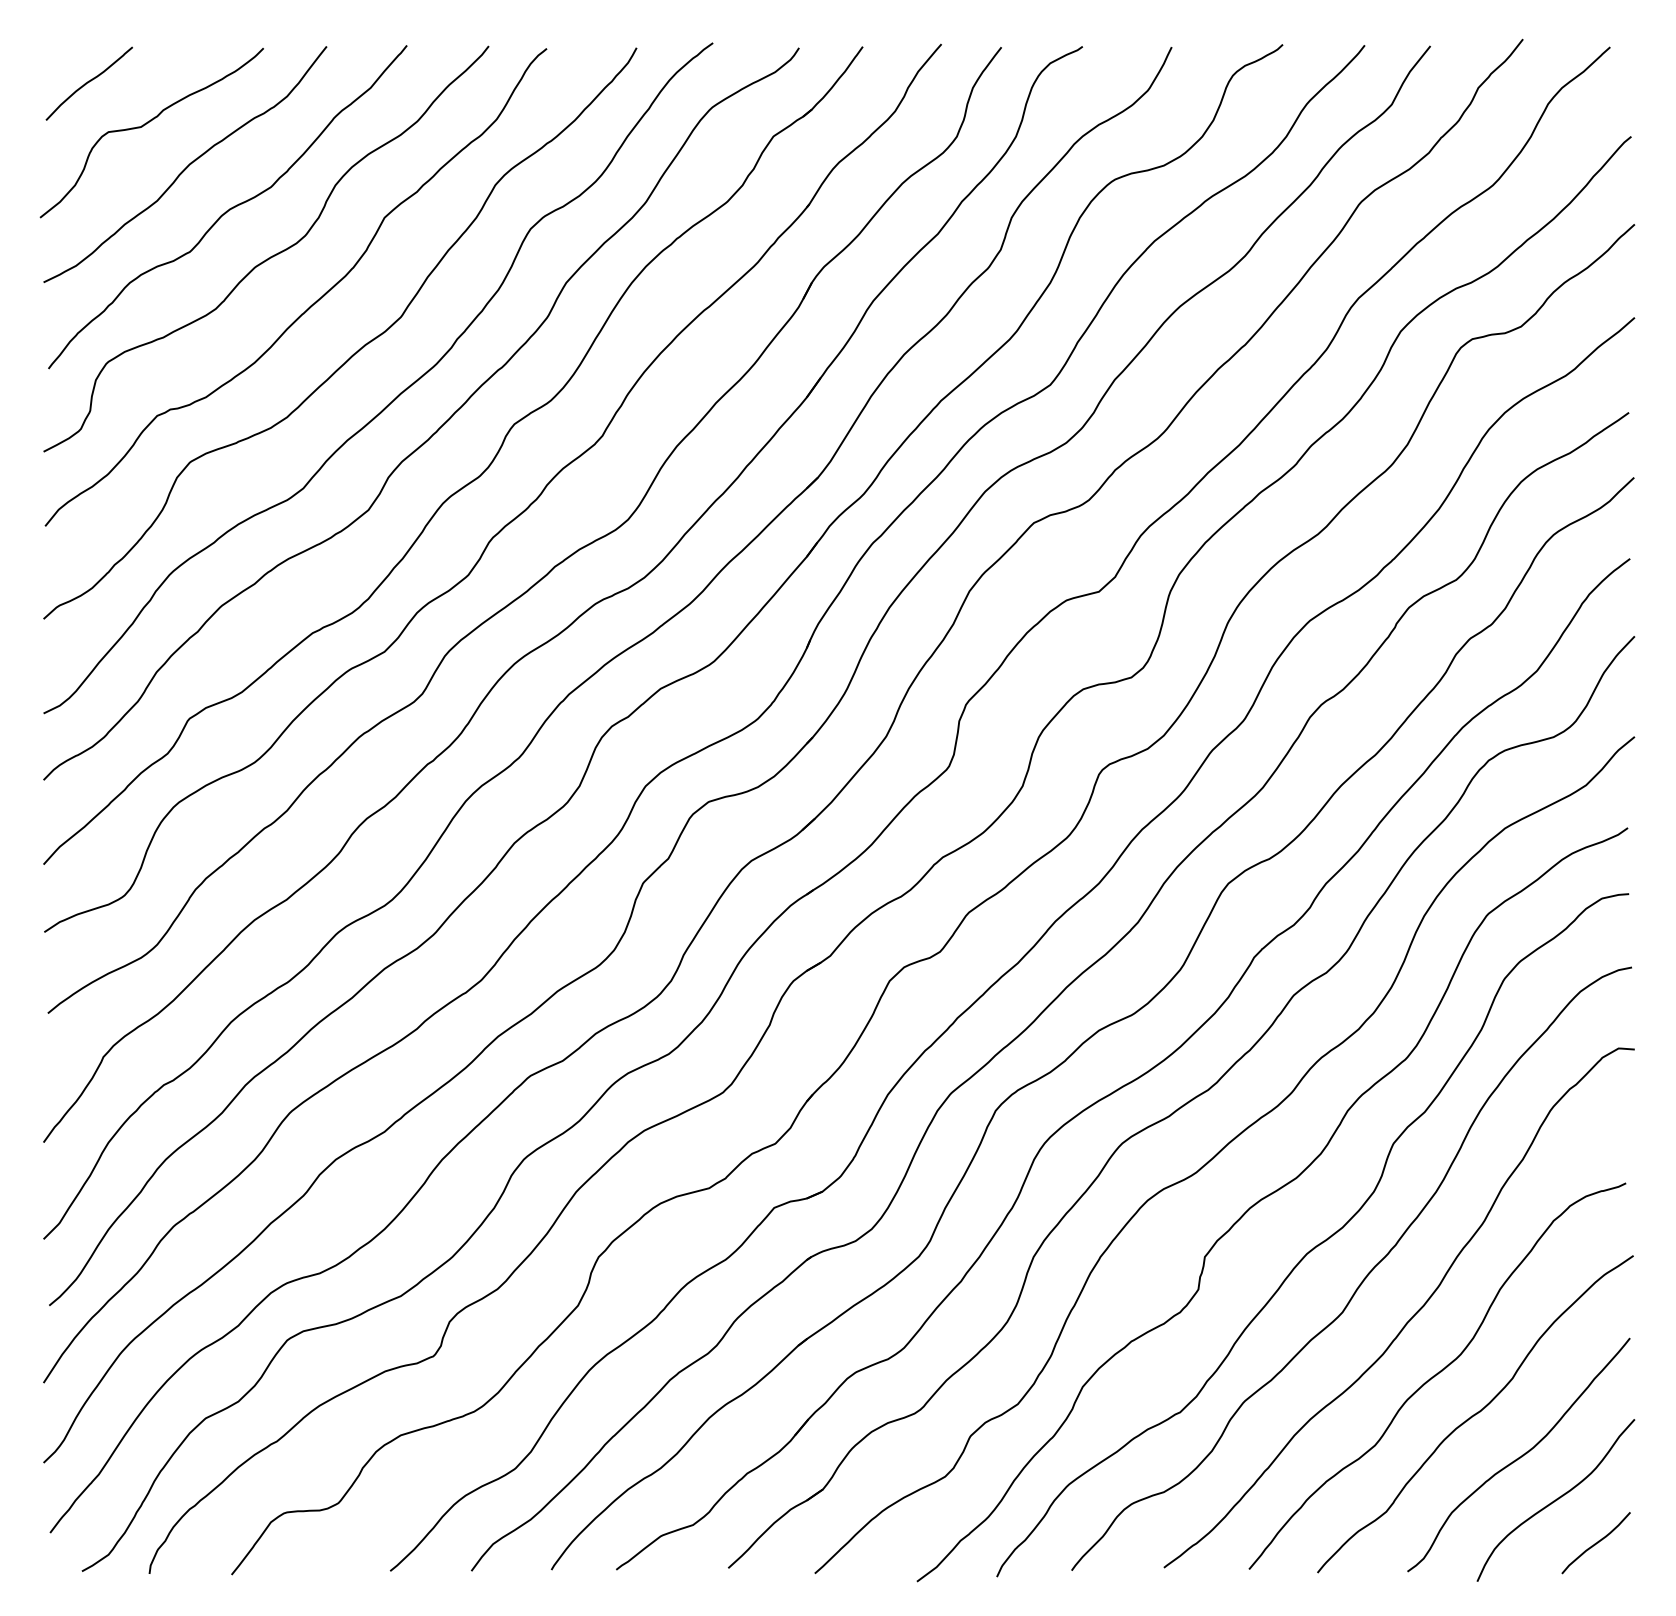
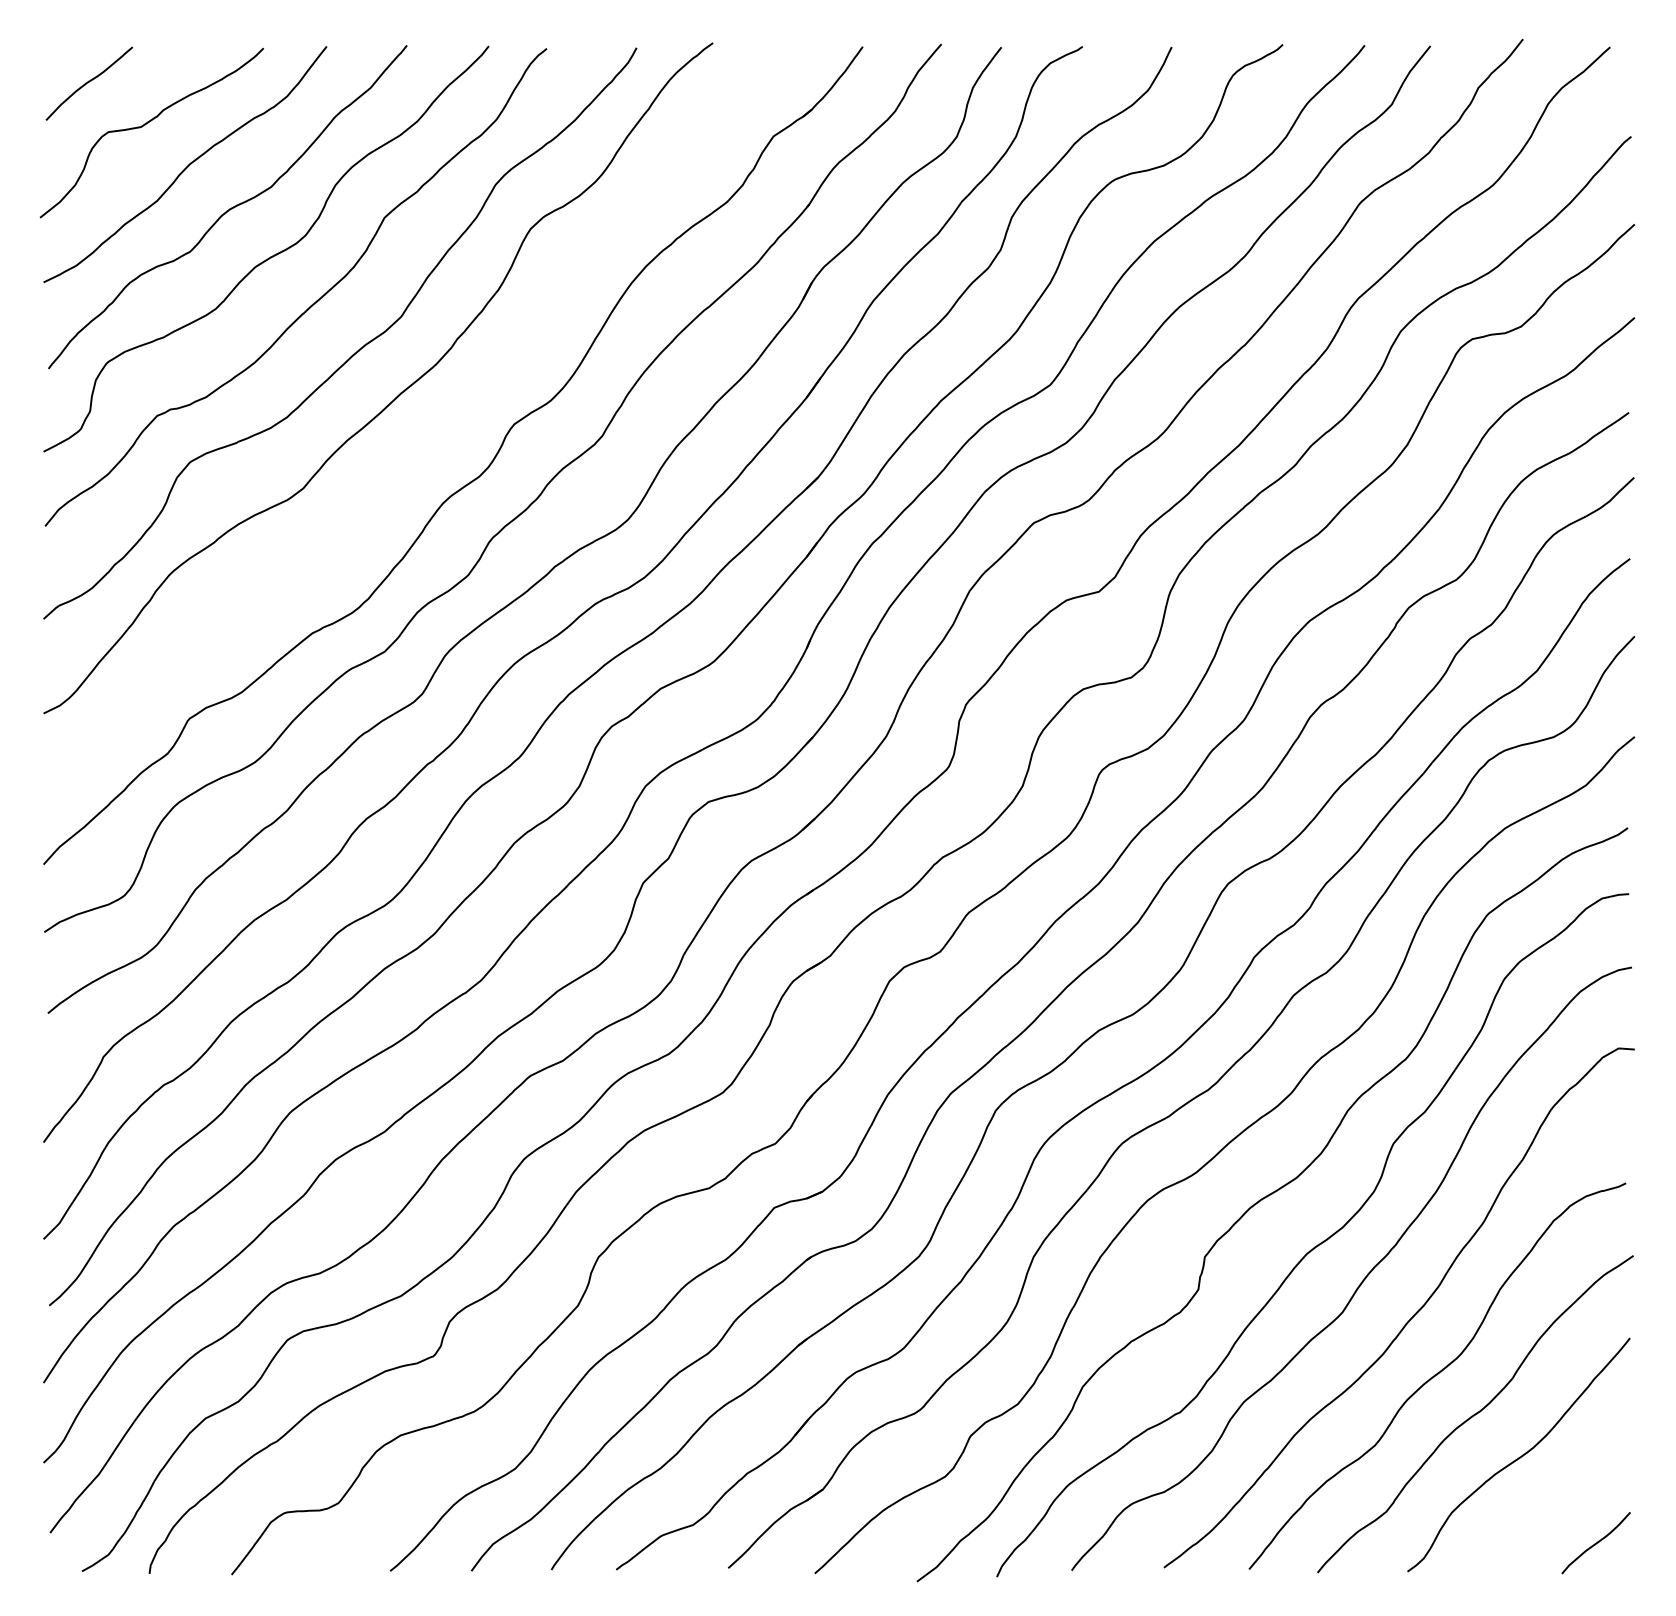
curve at (437, 429): present -> none
curve at (1555, 1500): present -> none
